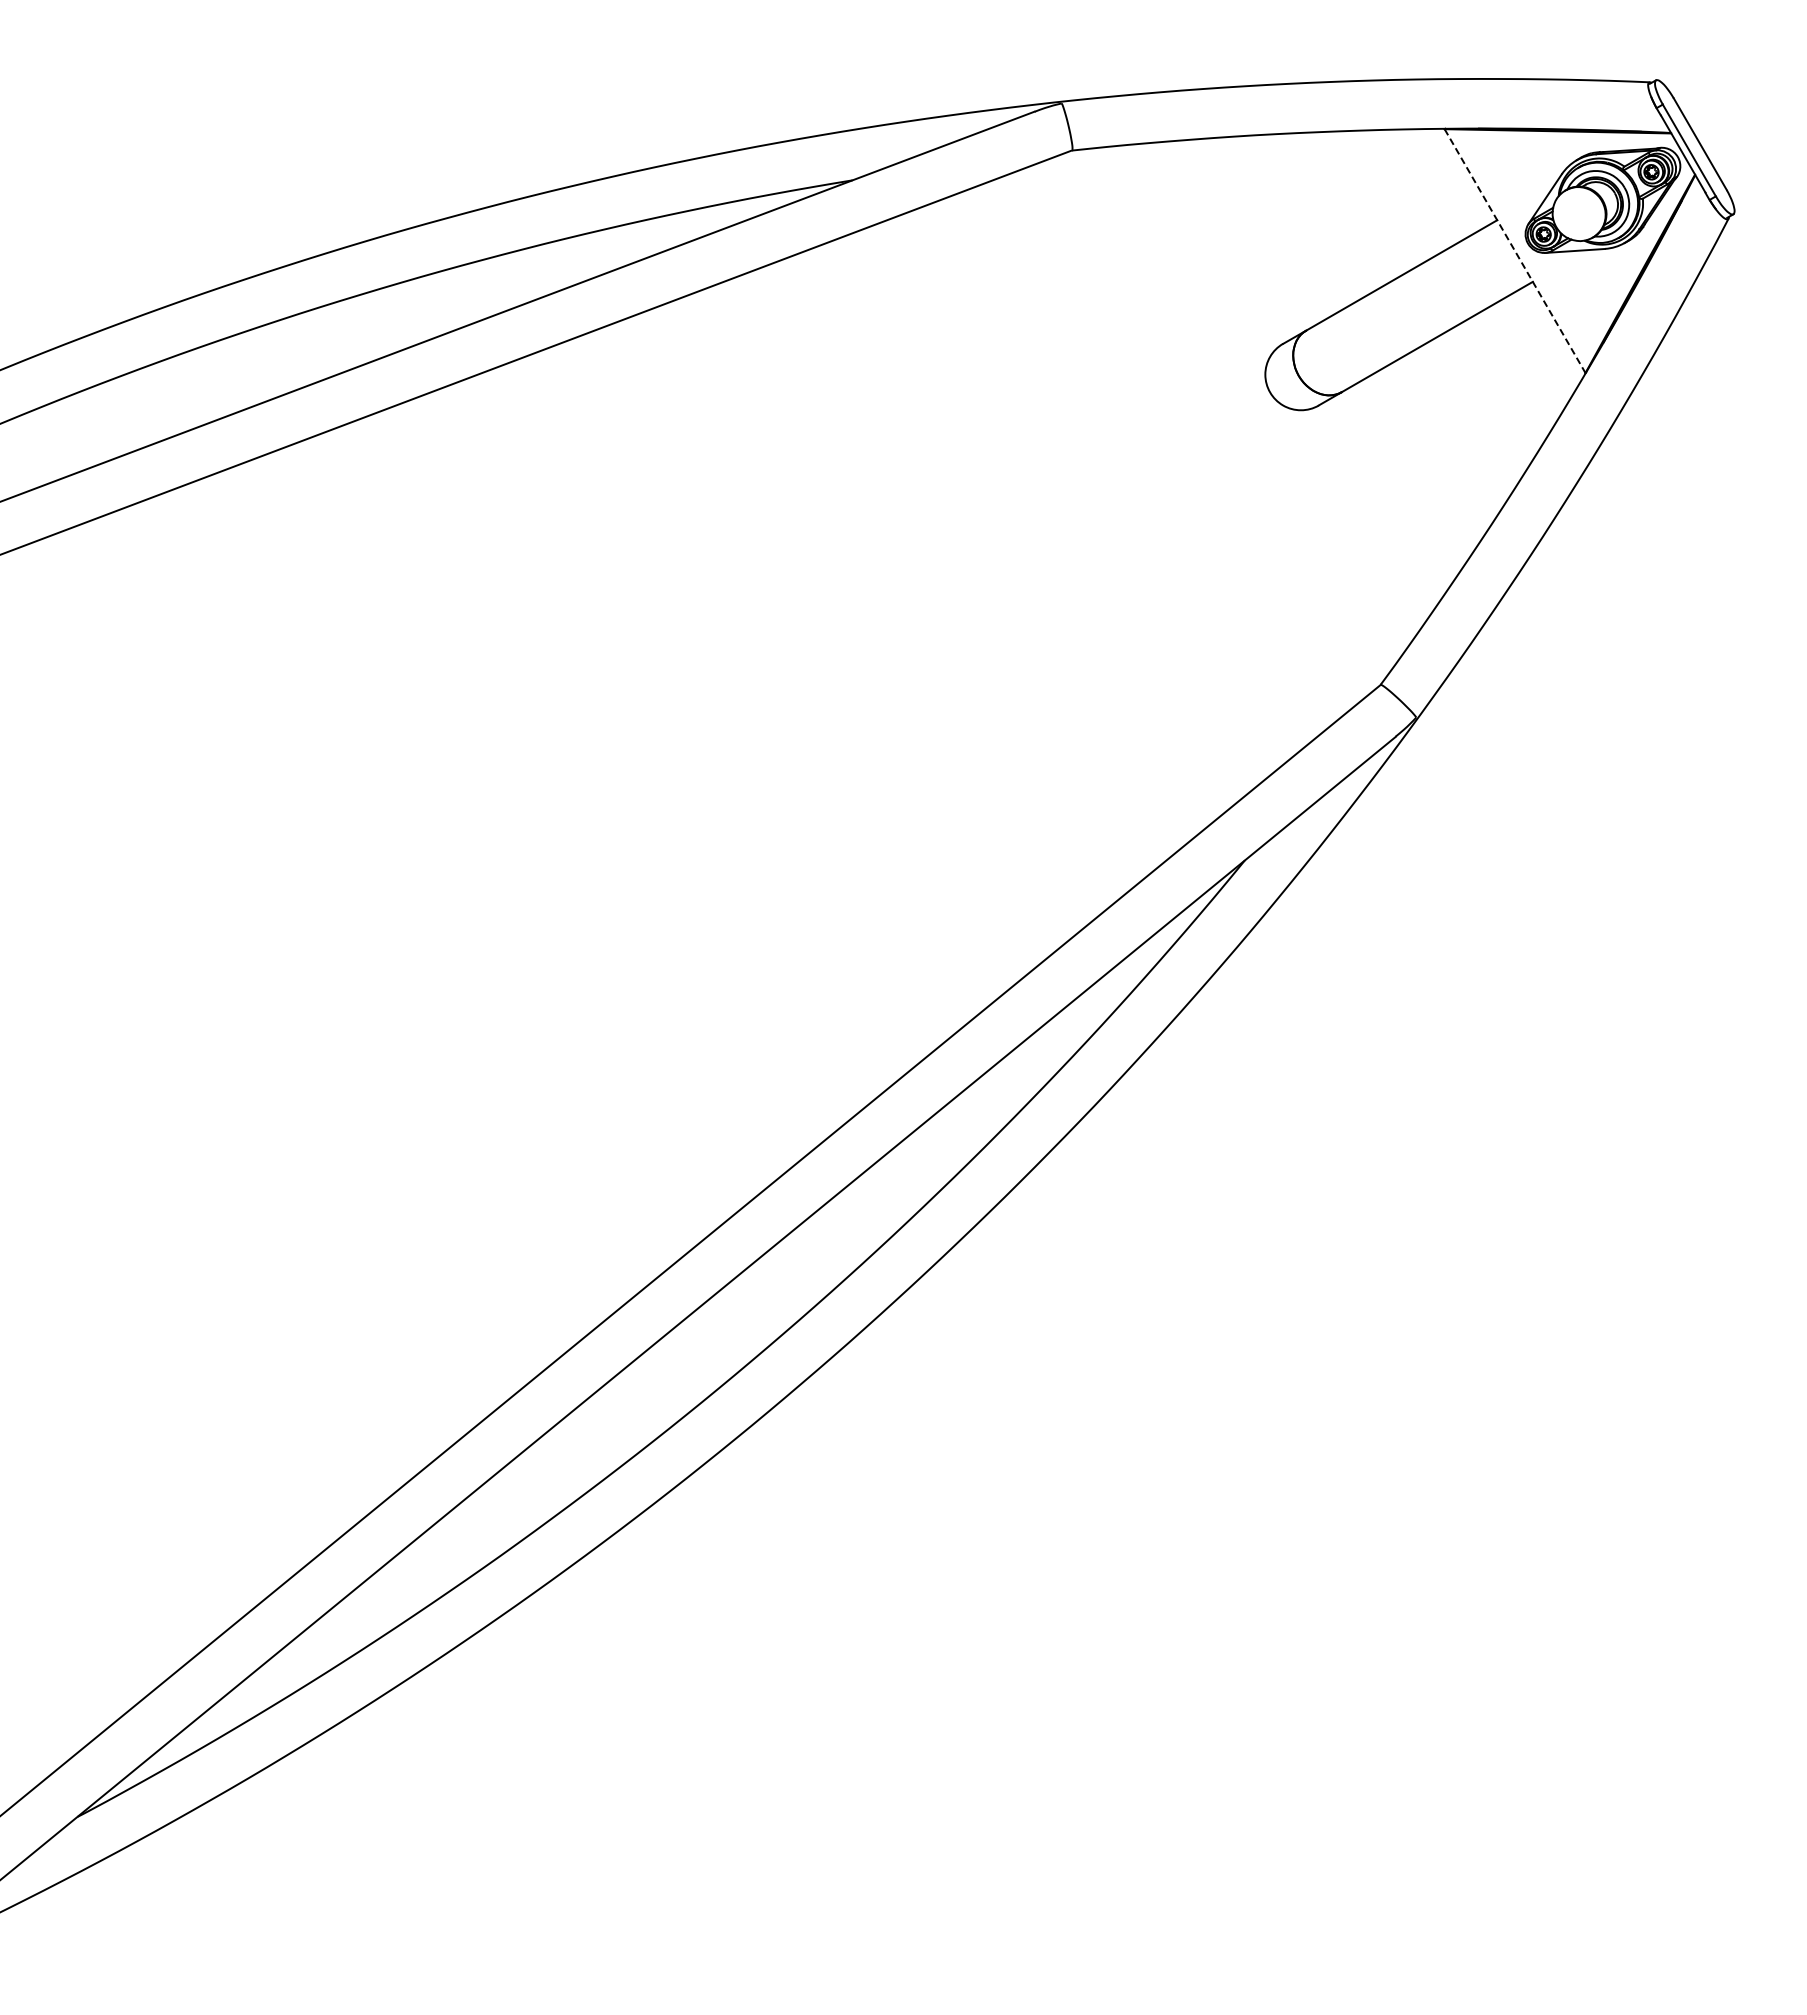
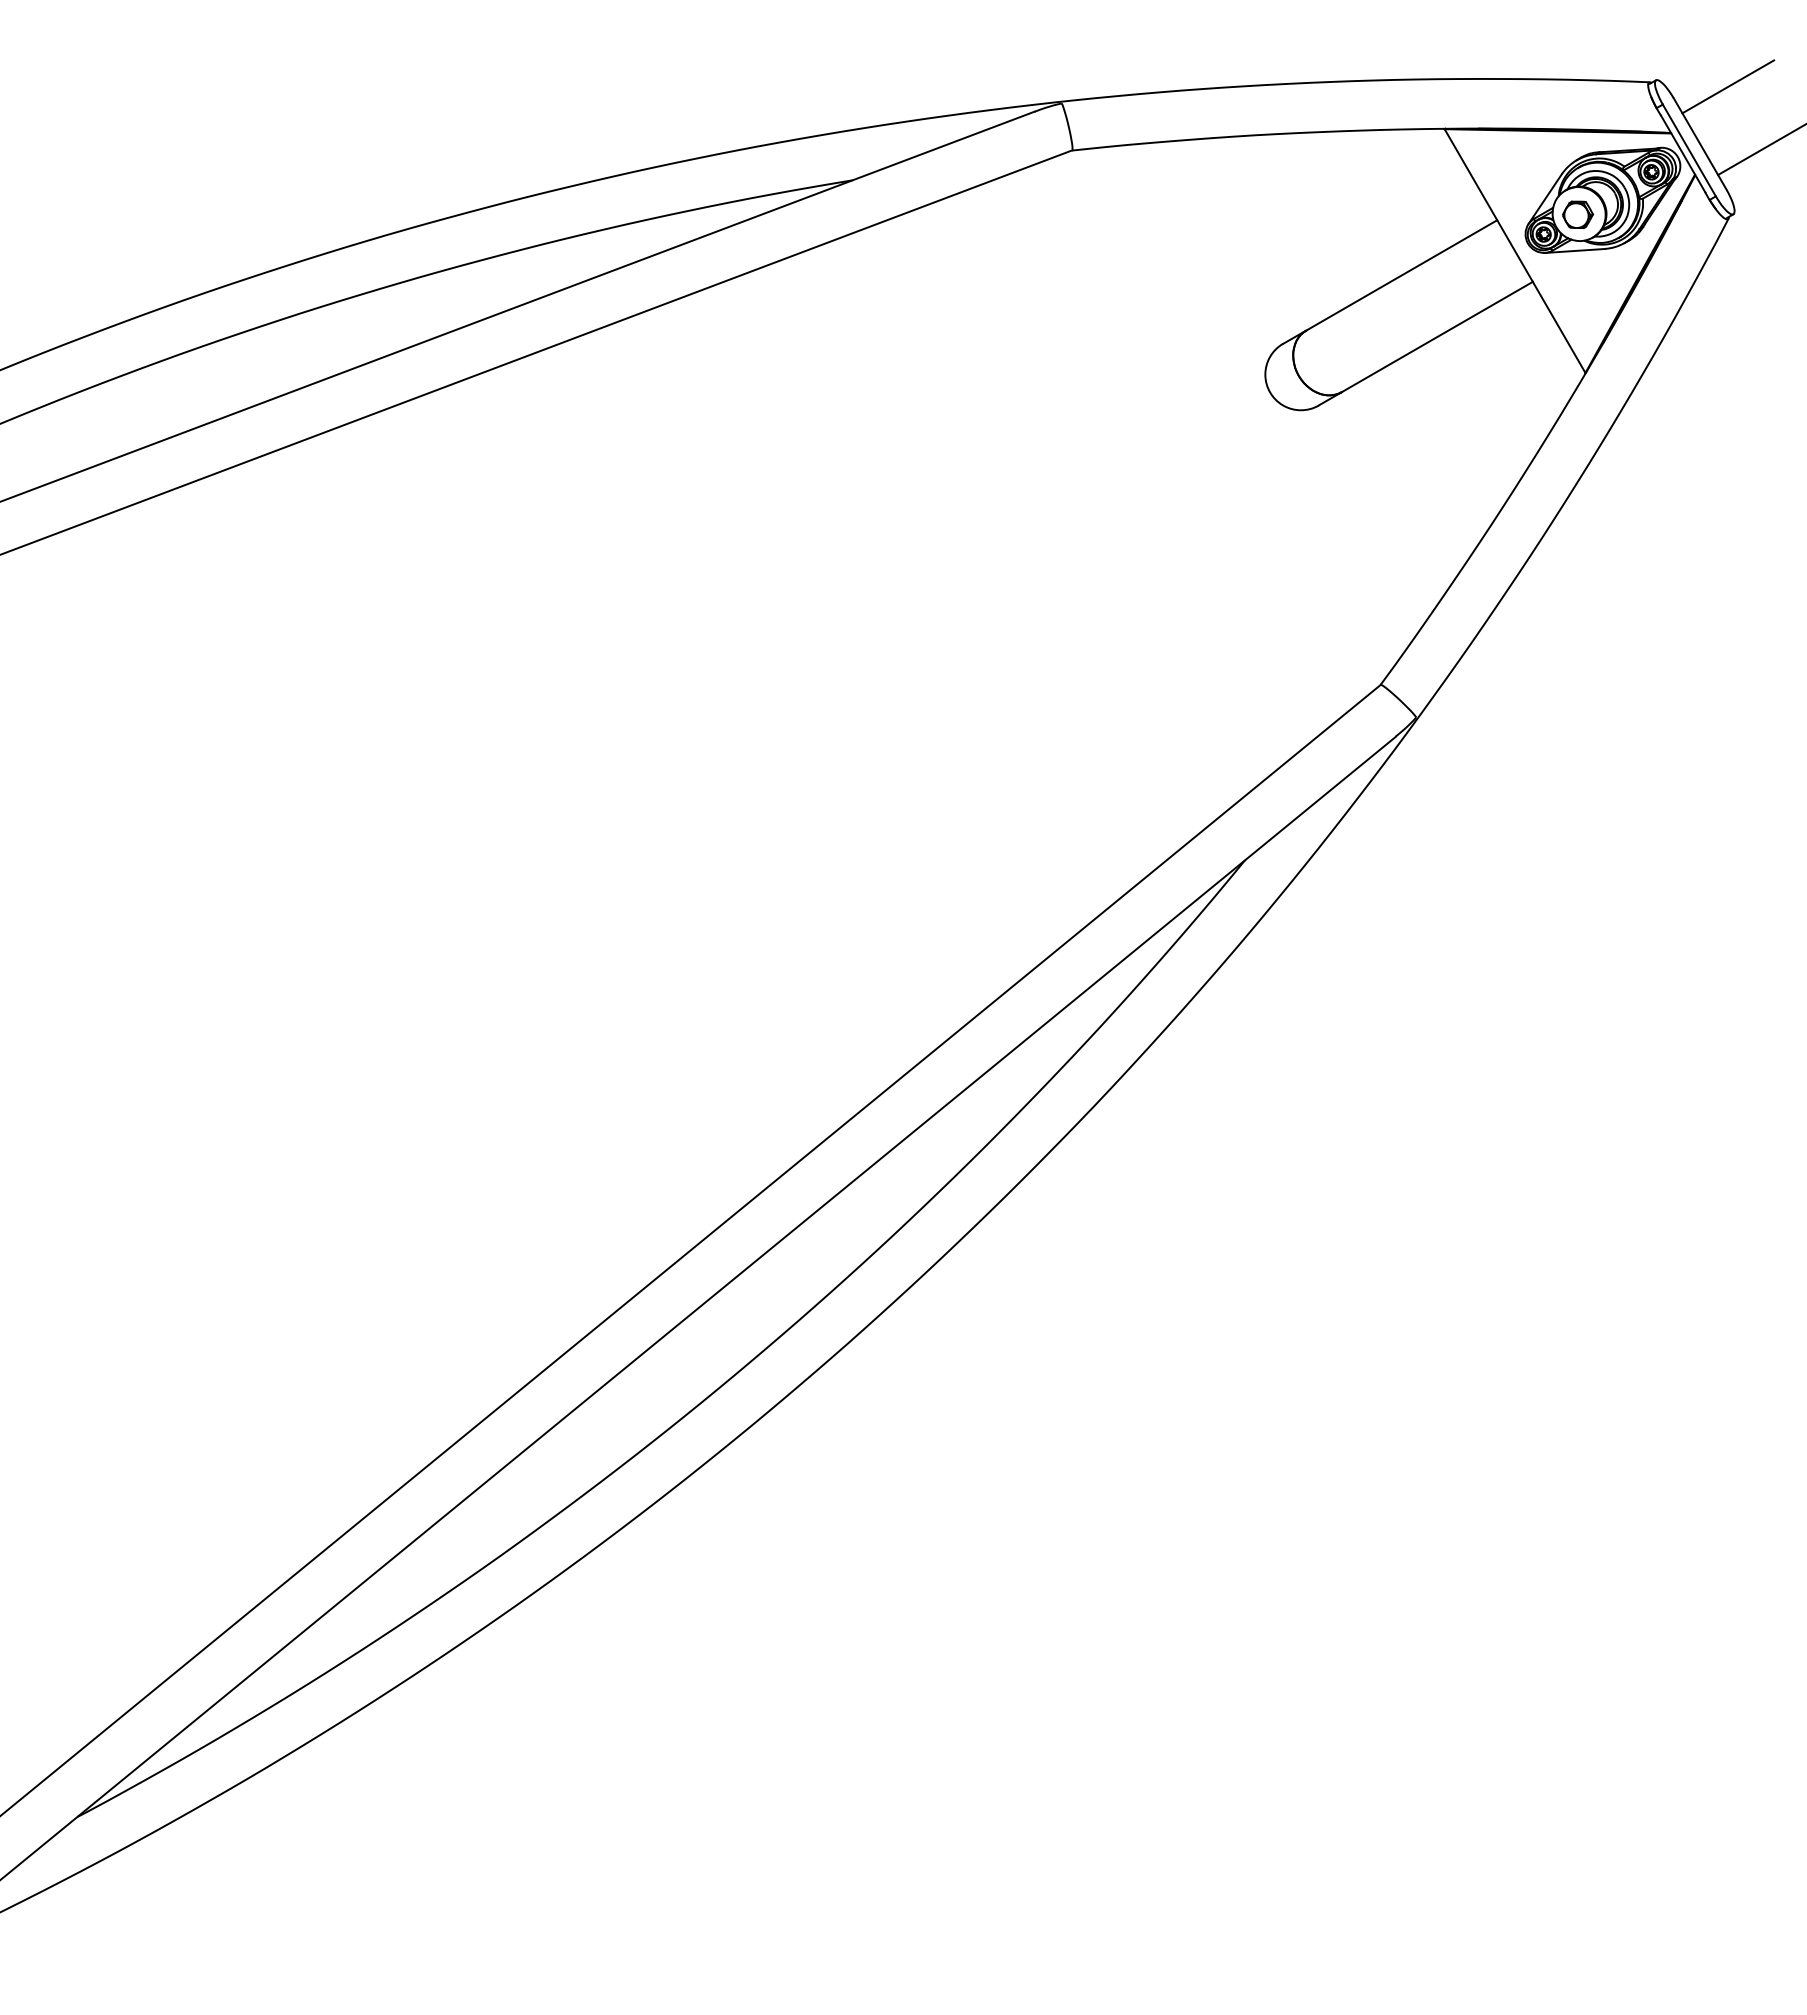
line at (1728, 86): none -> present
line at (1760, 150): none -> present
part at (1577, 214): none -> present
line at (1515, 251): dashed -> solid
